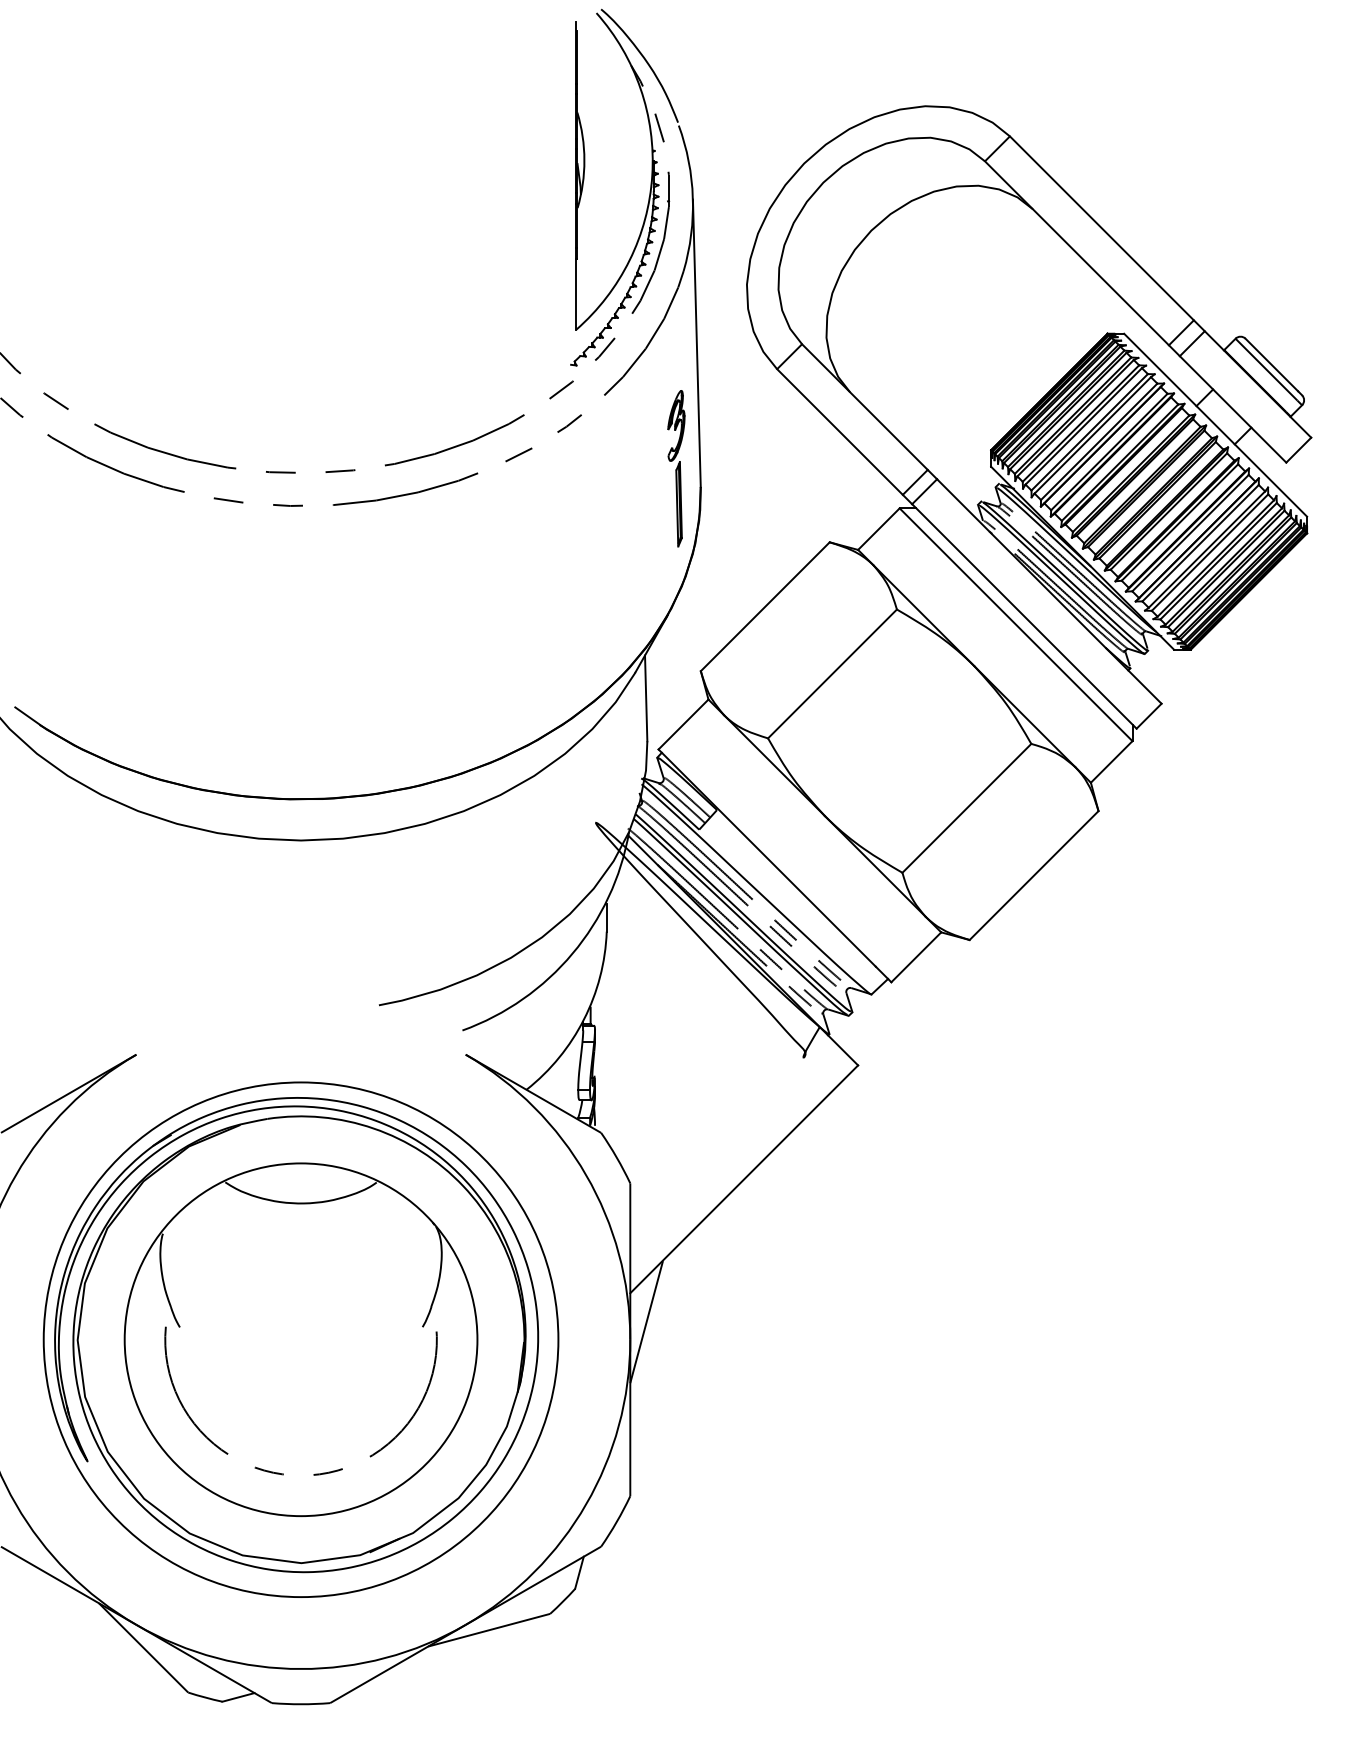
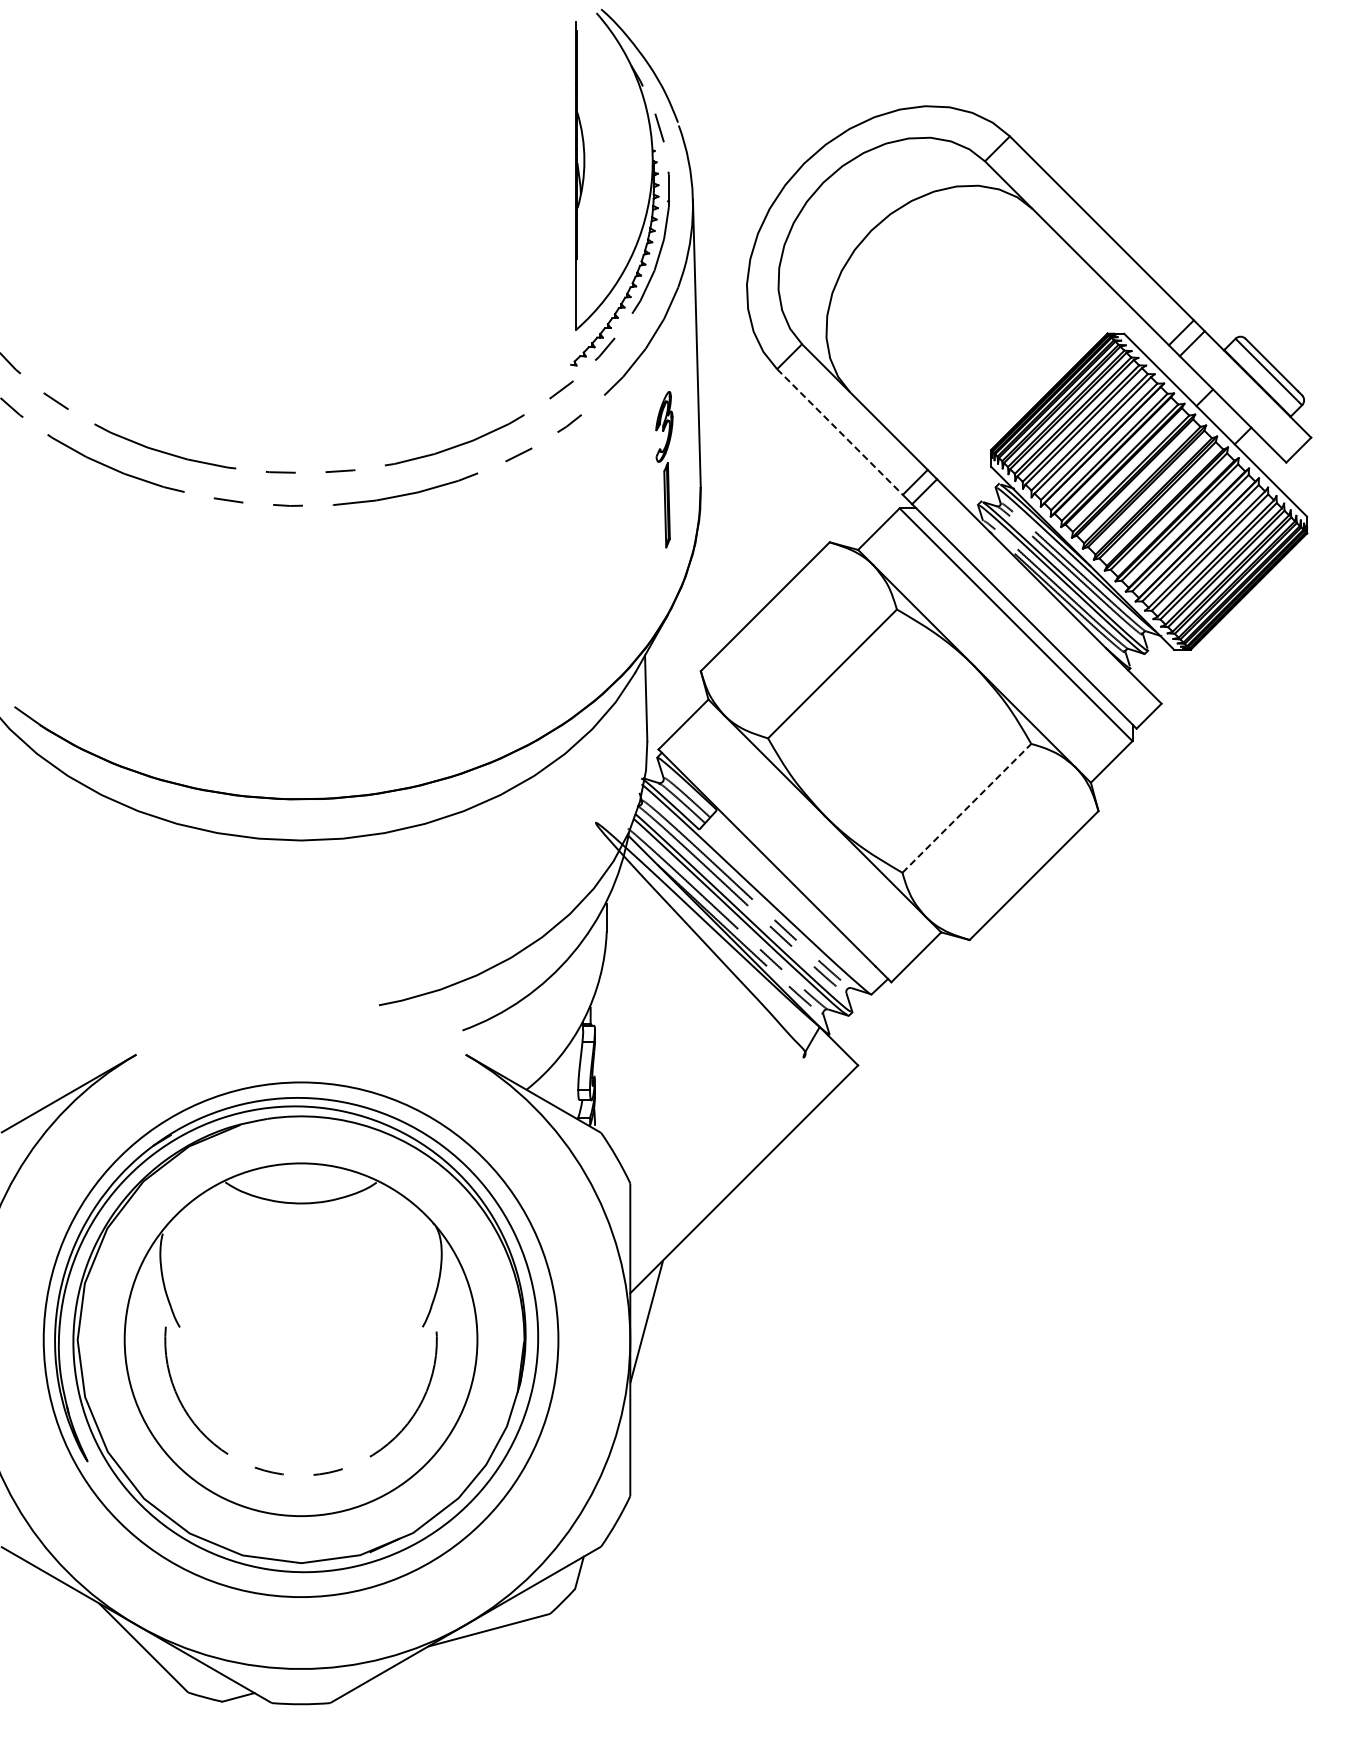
line at (839, 432): solid -> dashed
part at (676, 468) position: (676, 468) -> (664, 469)
line at (967, 808): solid -> dashed
